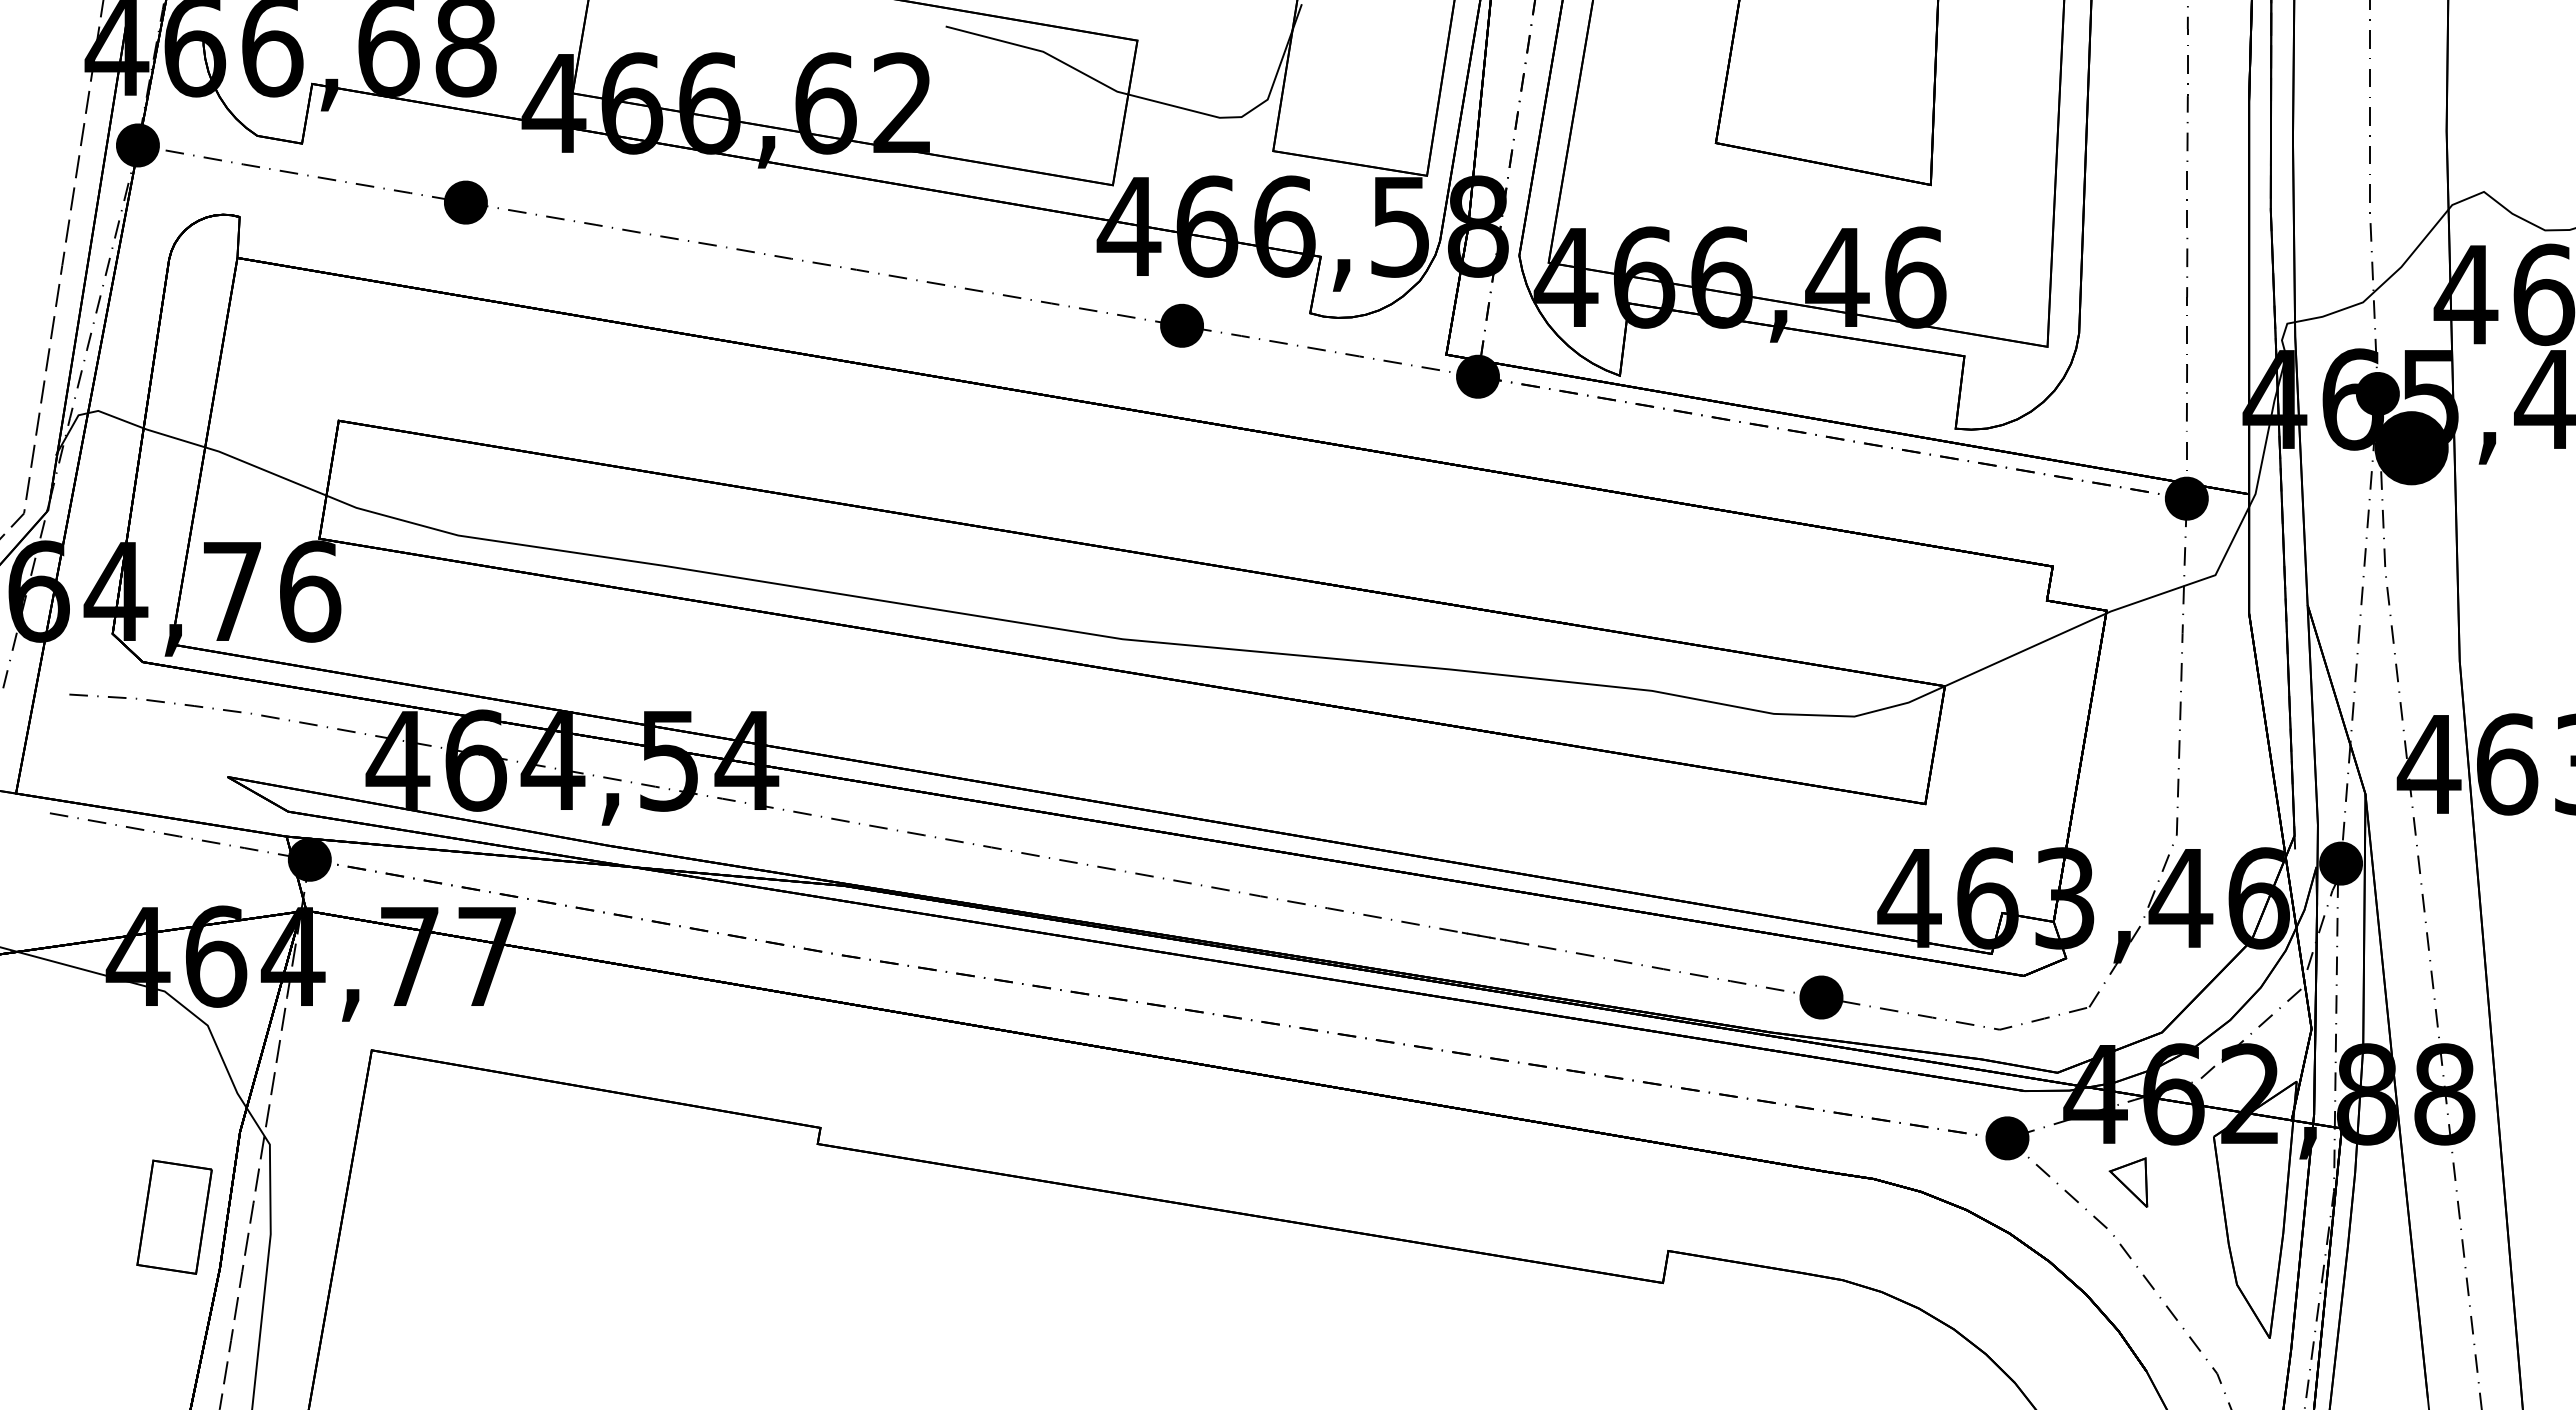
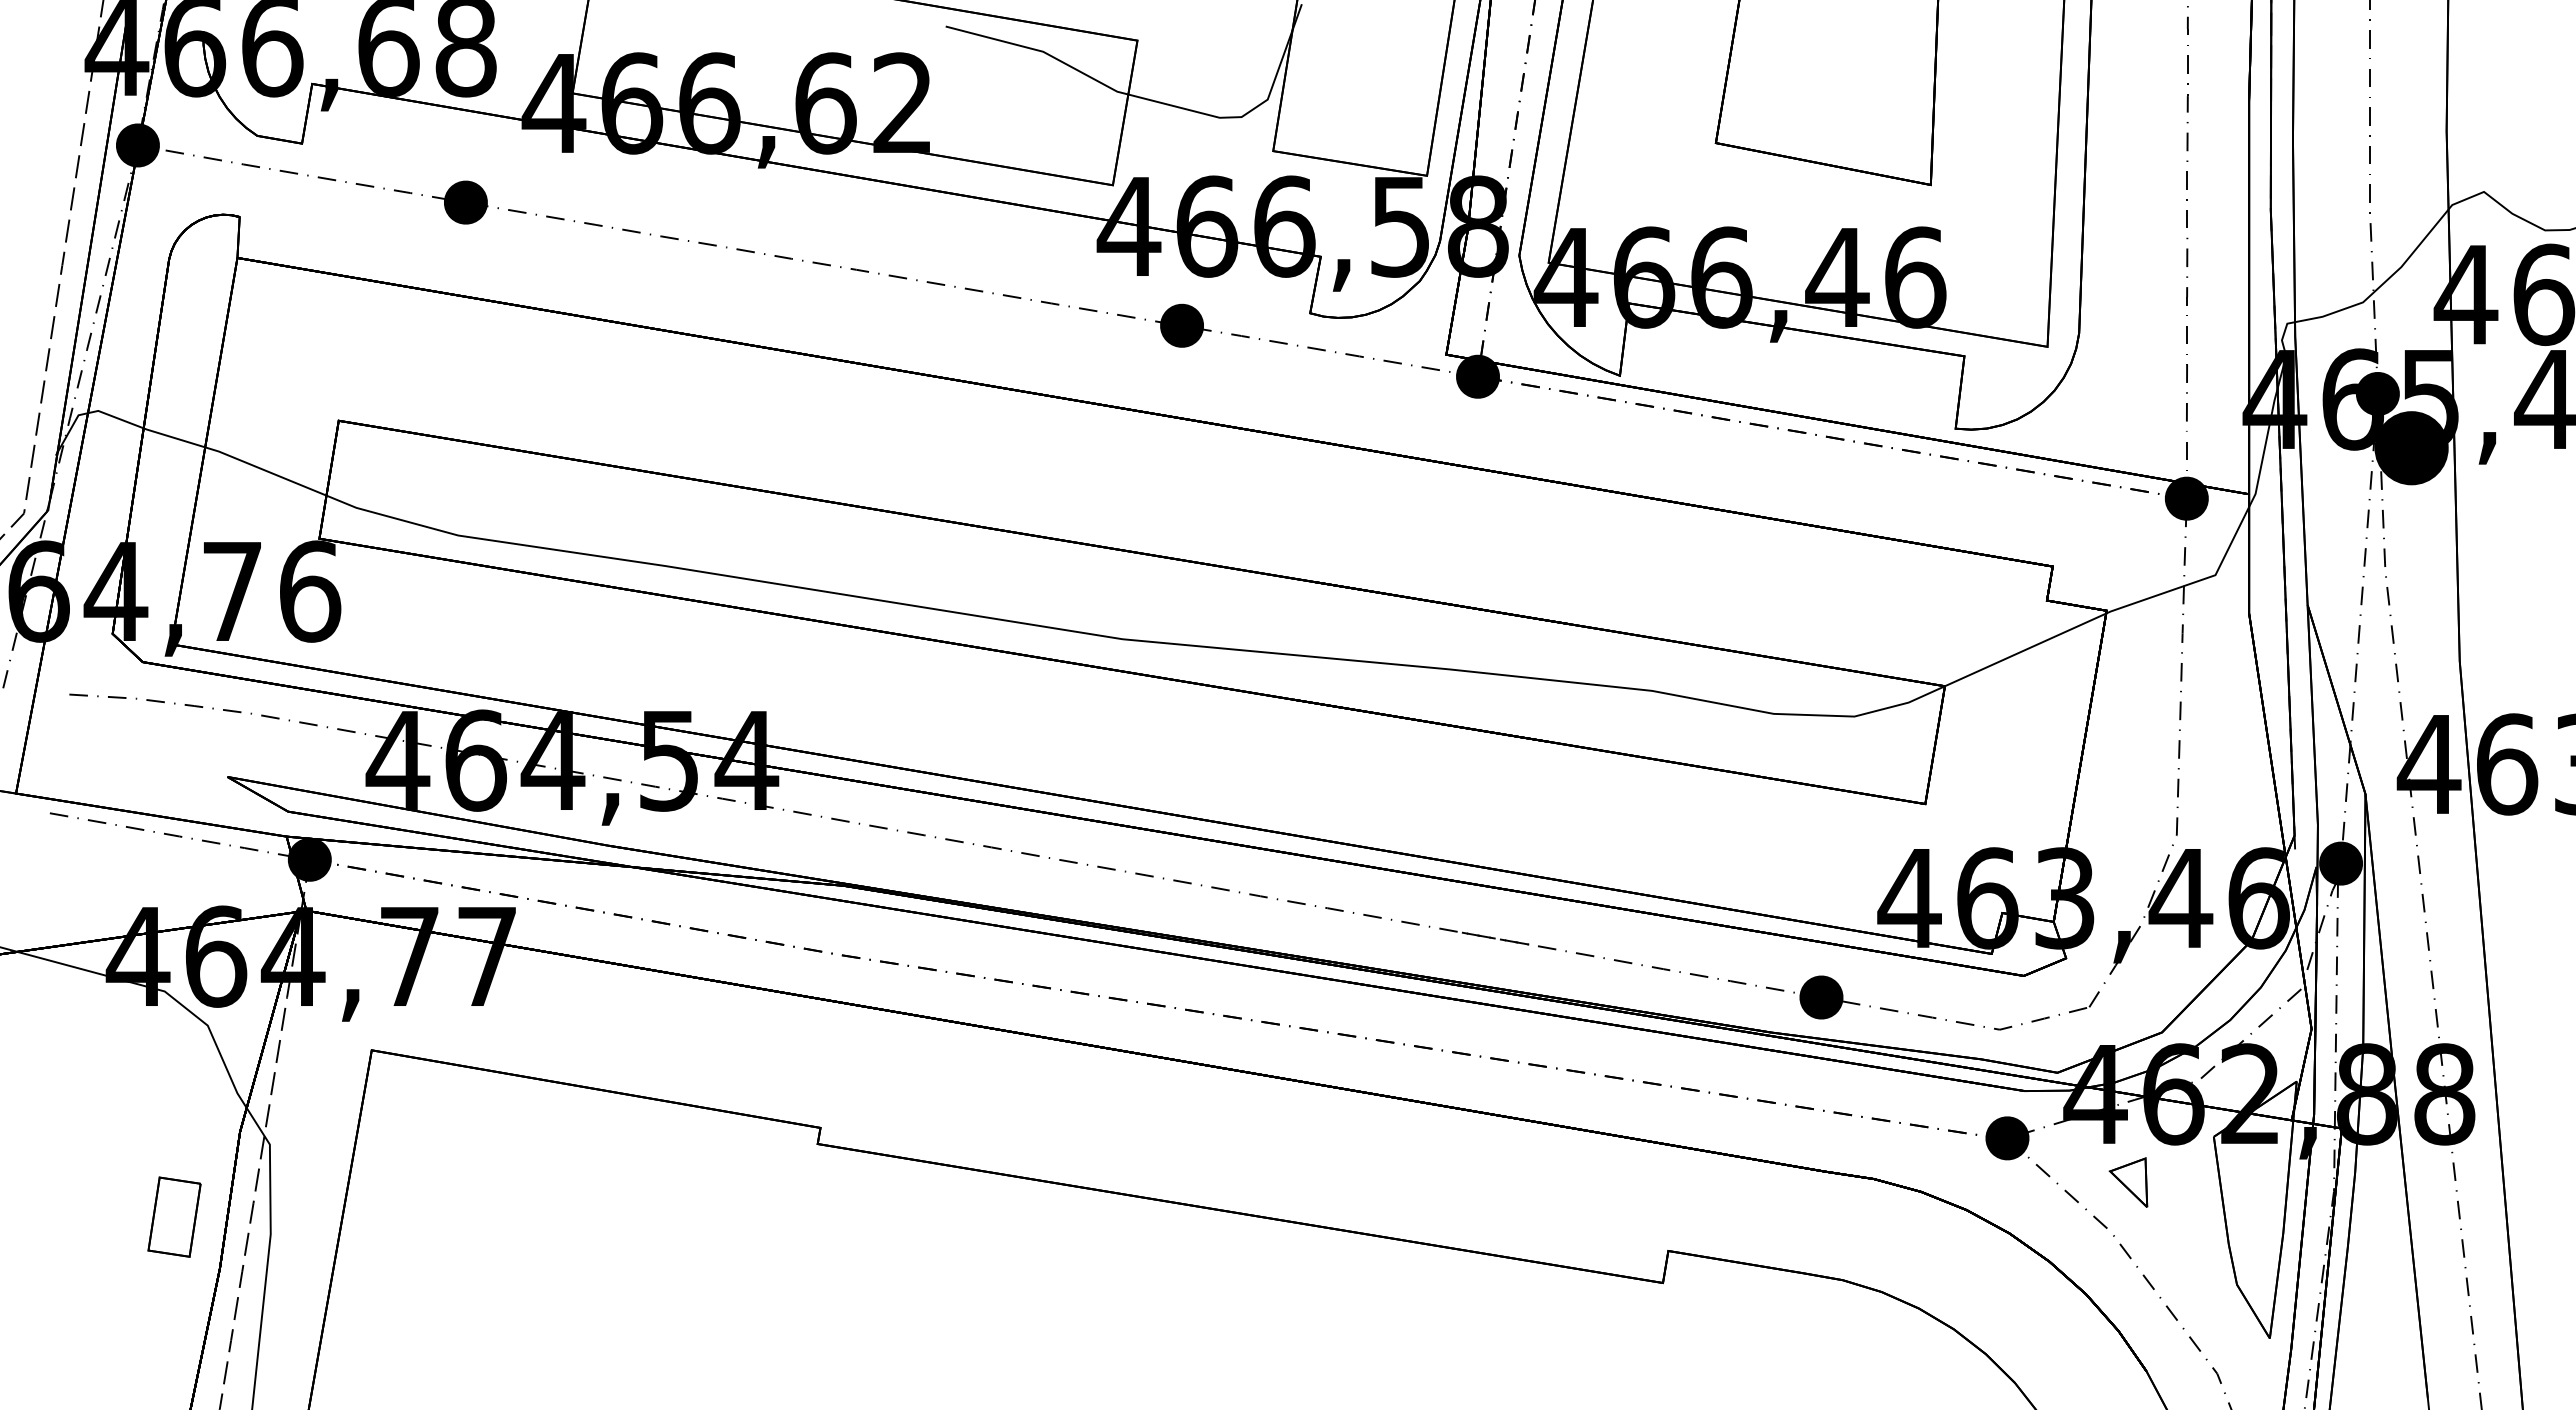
part at (174, 1216) size: 77x116 px -> 55x82 px
